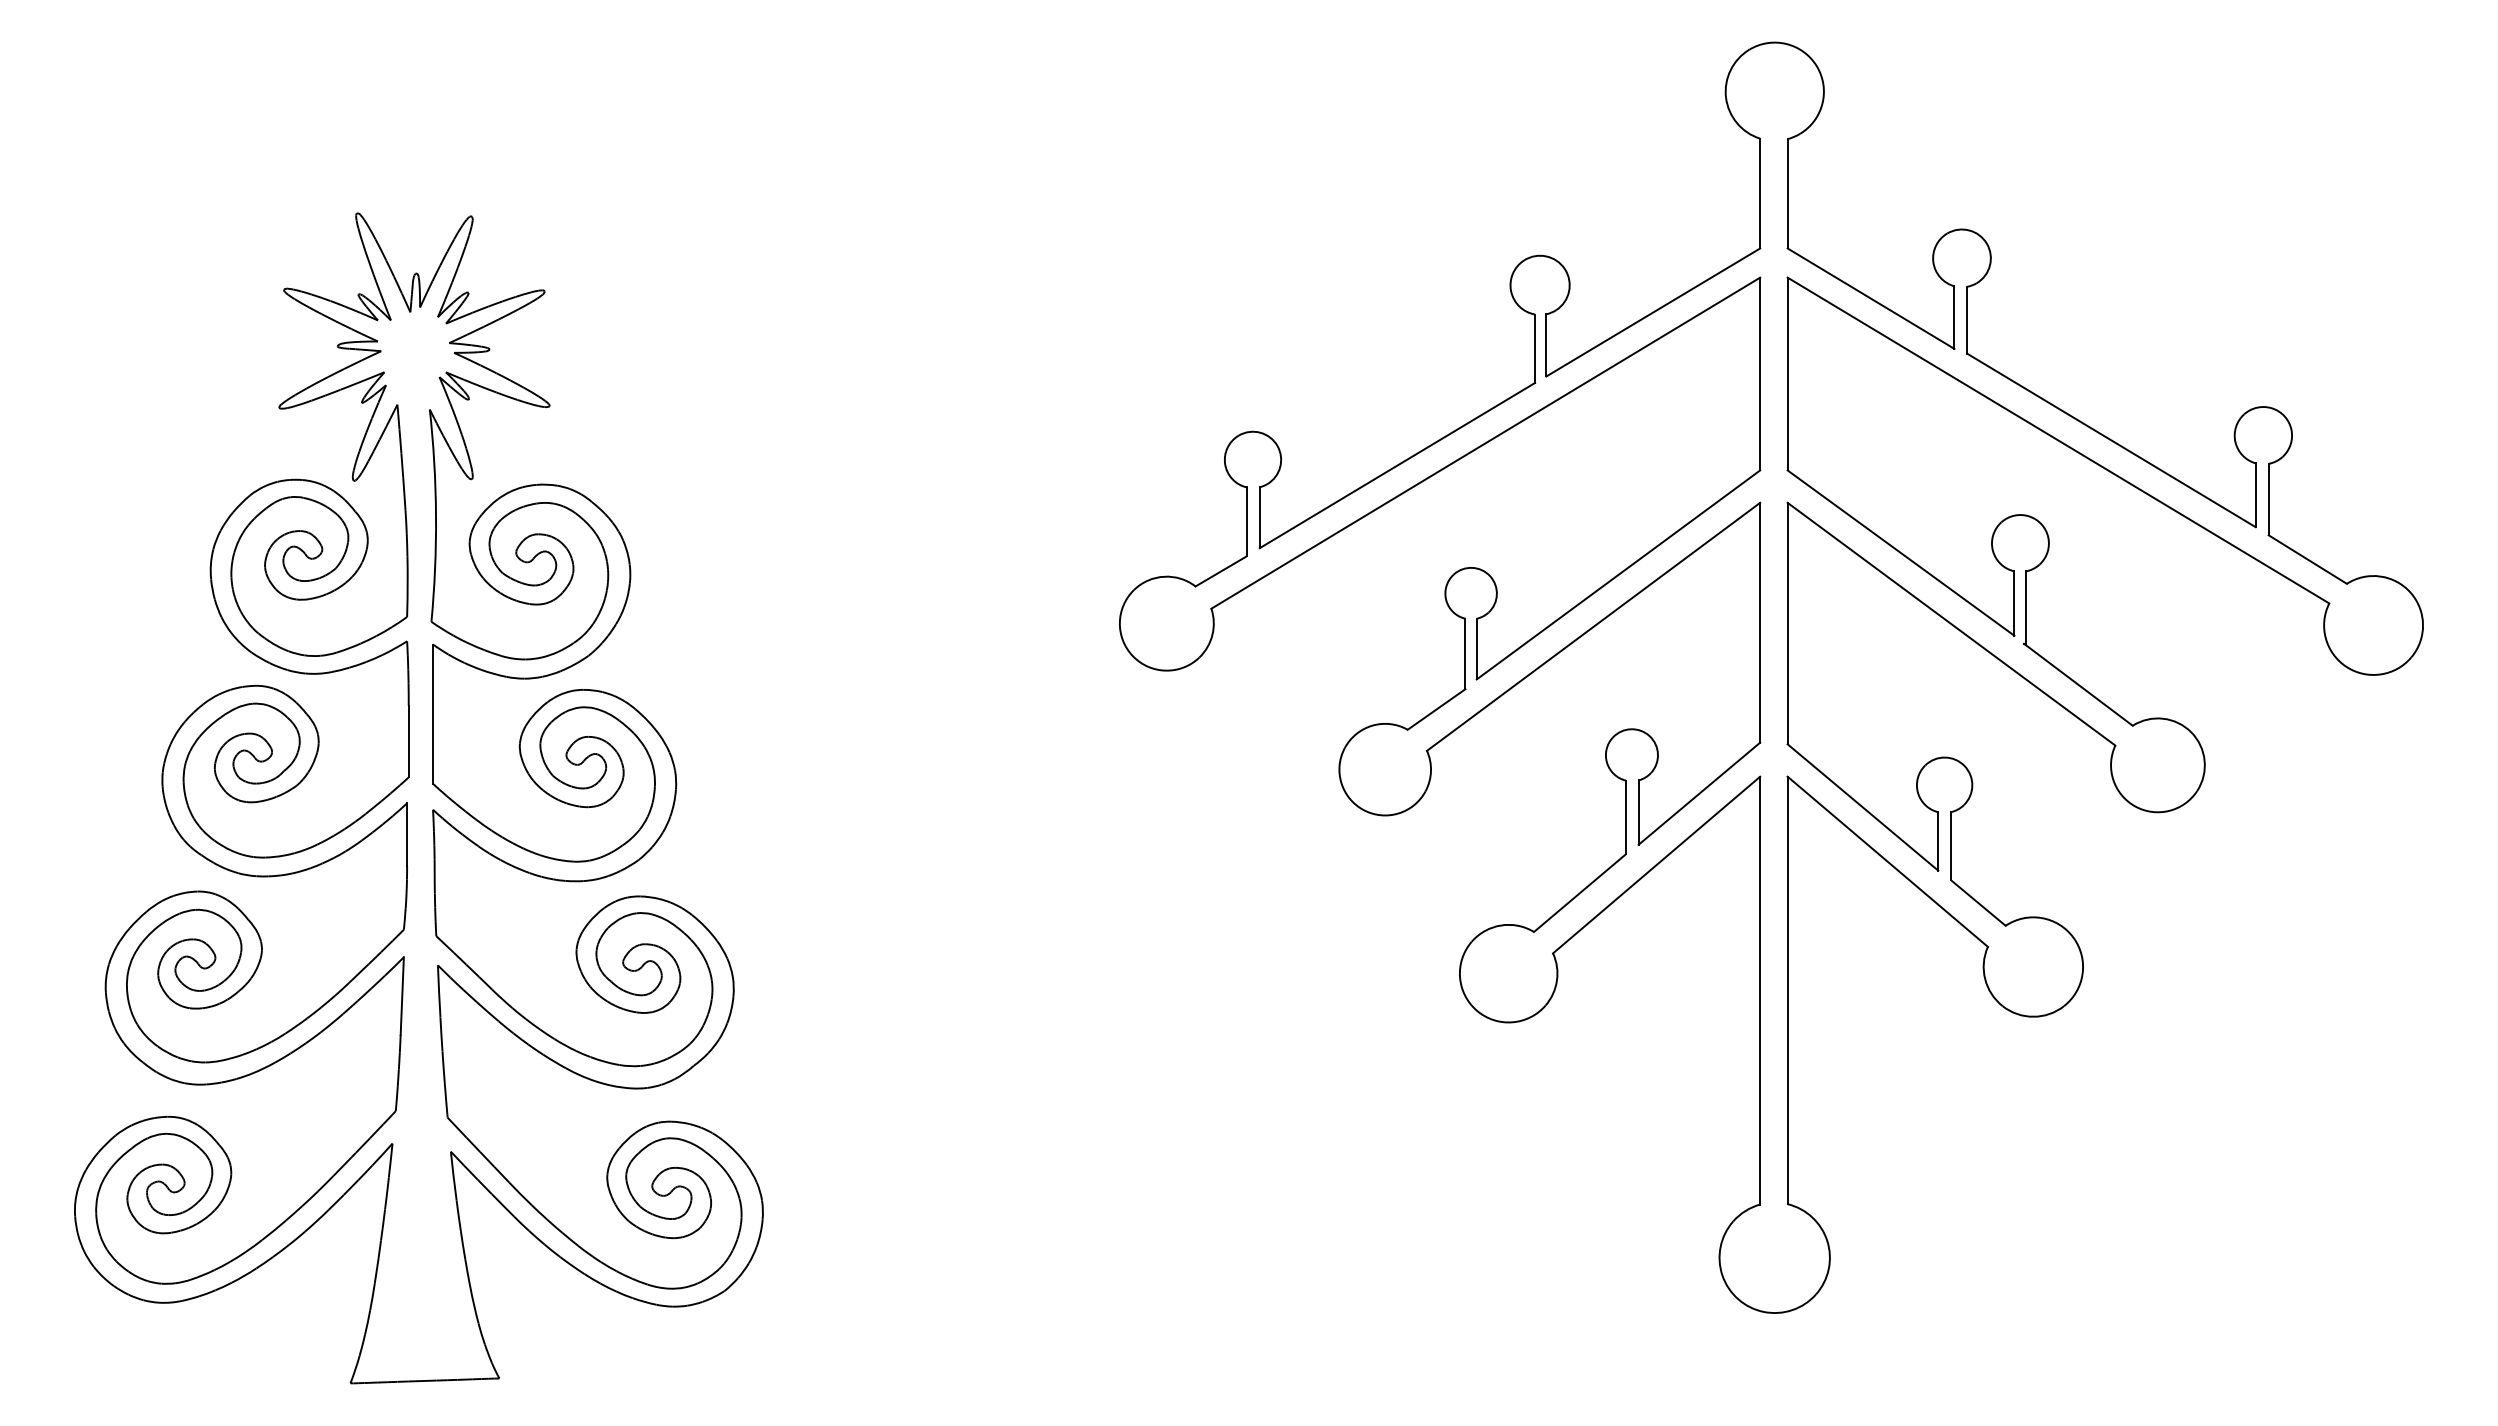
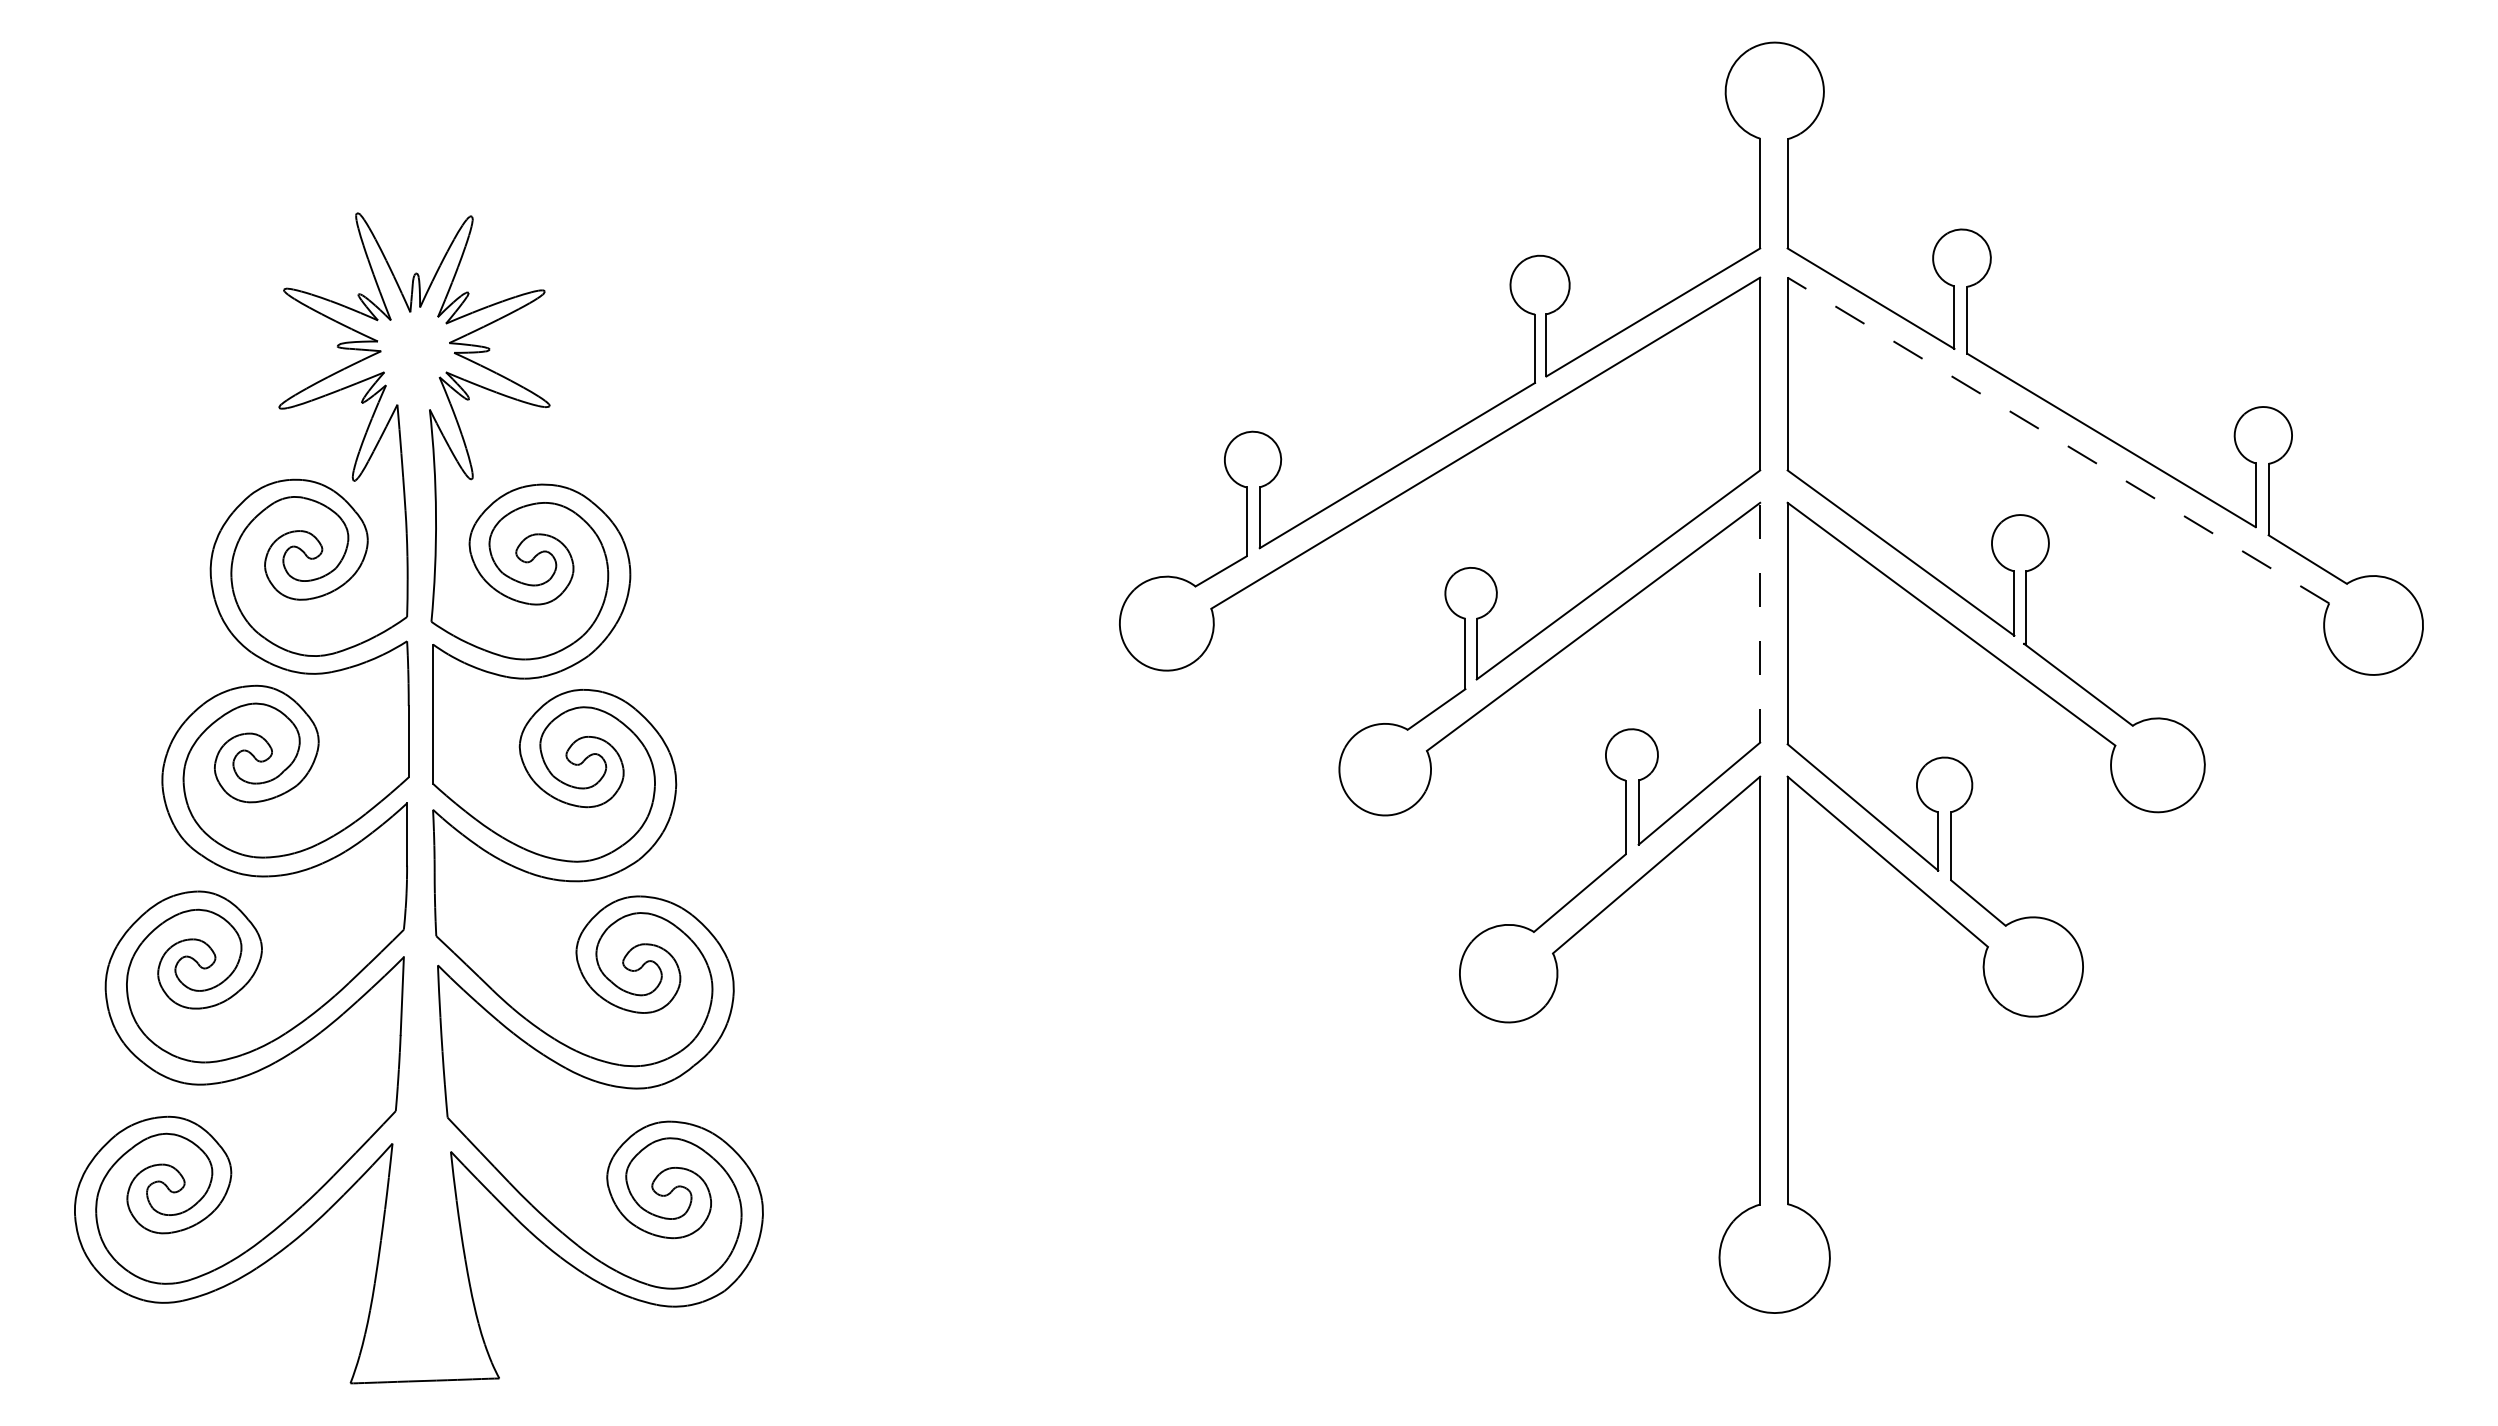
line at (2058, 440): solid -> dashed
line at (1760, 622): solid -> dashed
